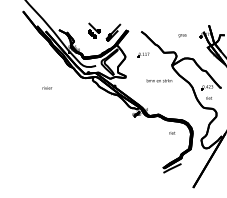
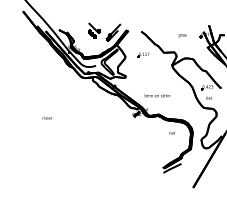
text at (159, 80) position: (159, 80) -> (157, 95)
text at (47, 87) position: (47, 87) -> (47, 117)
